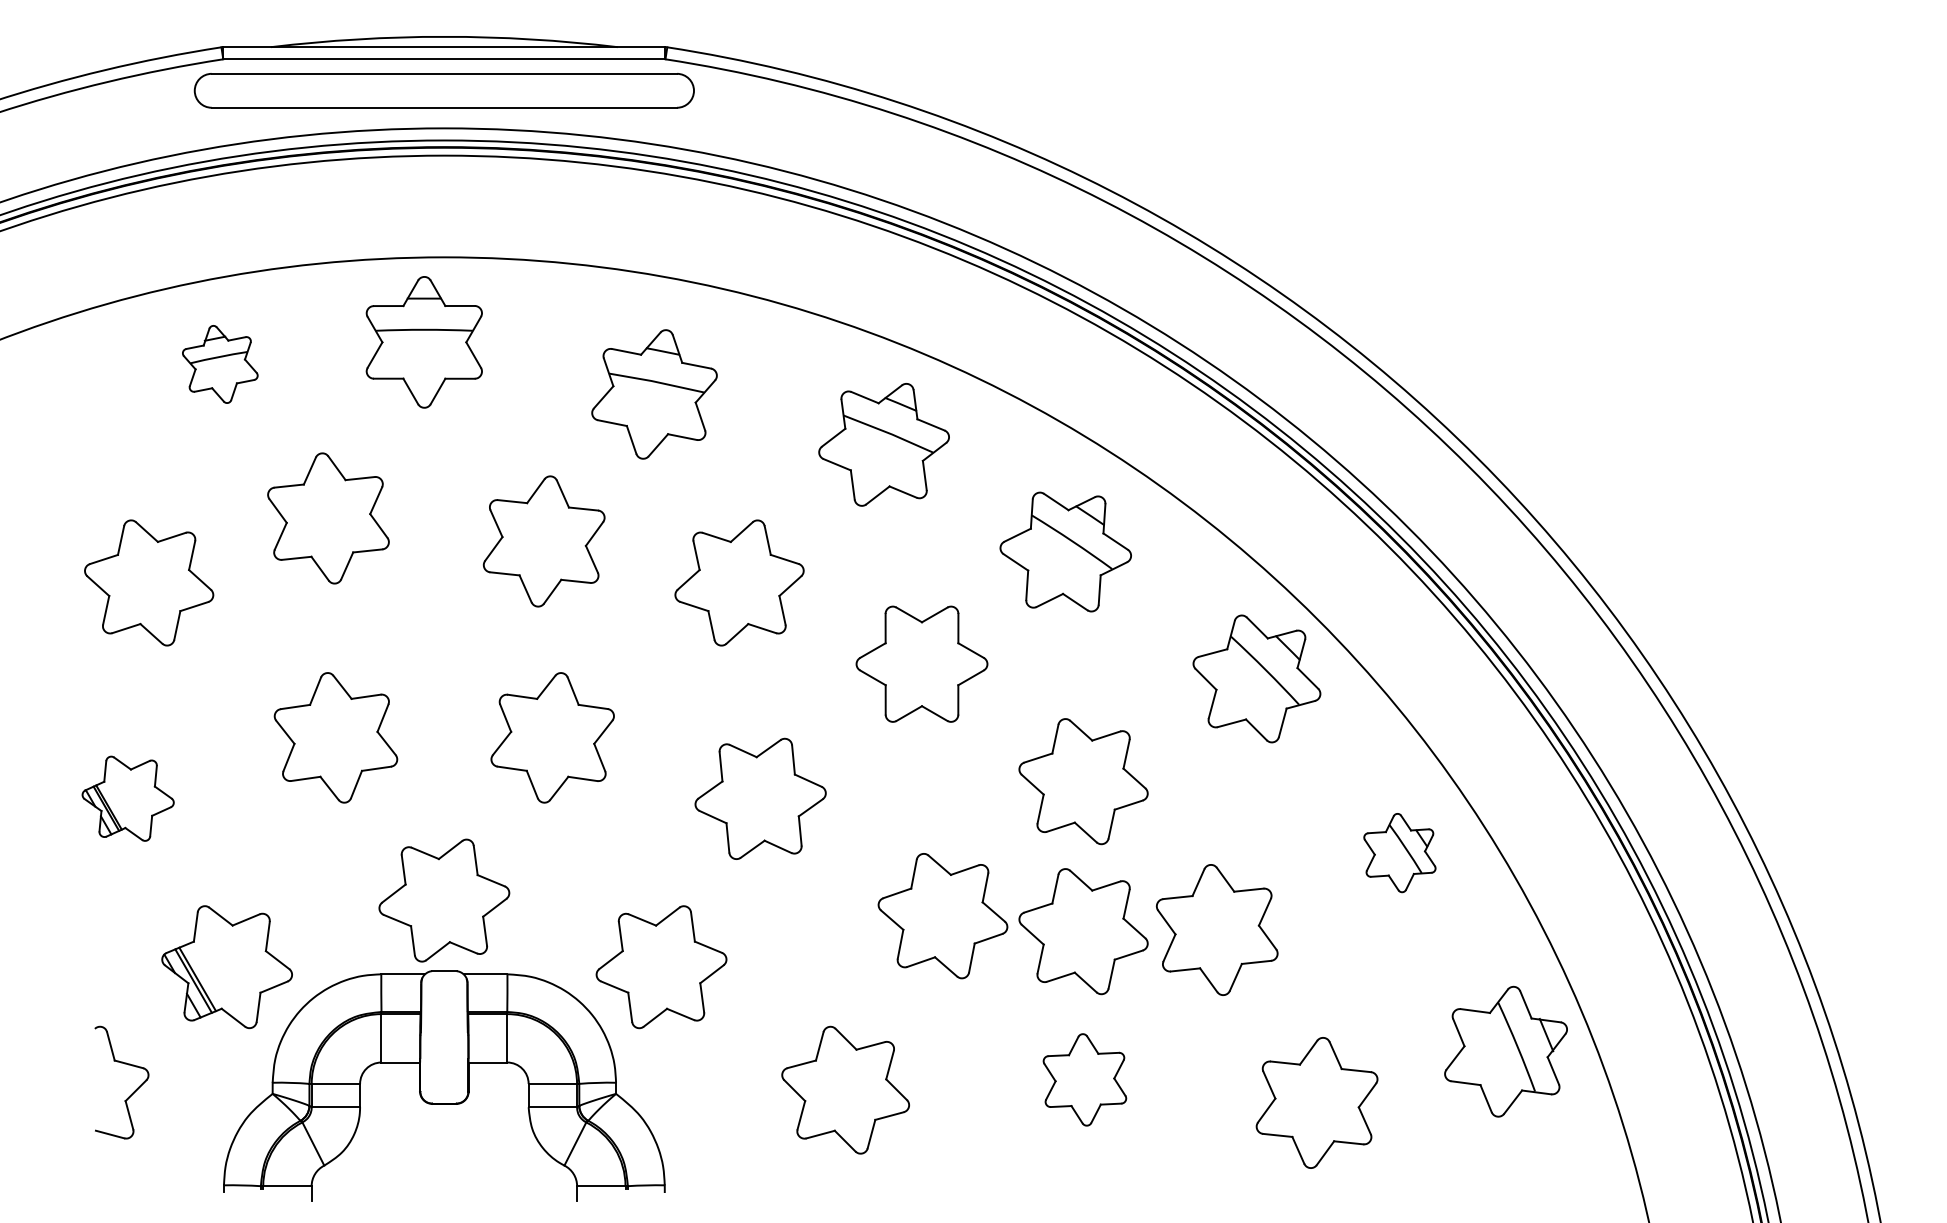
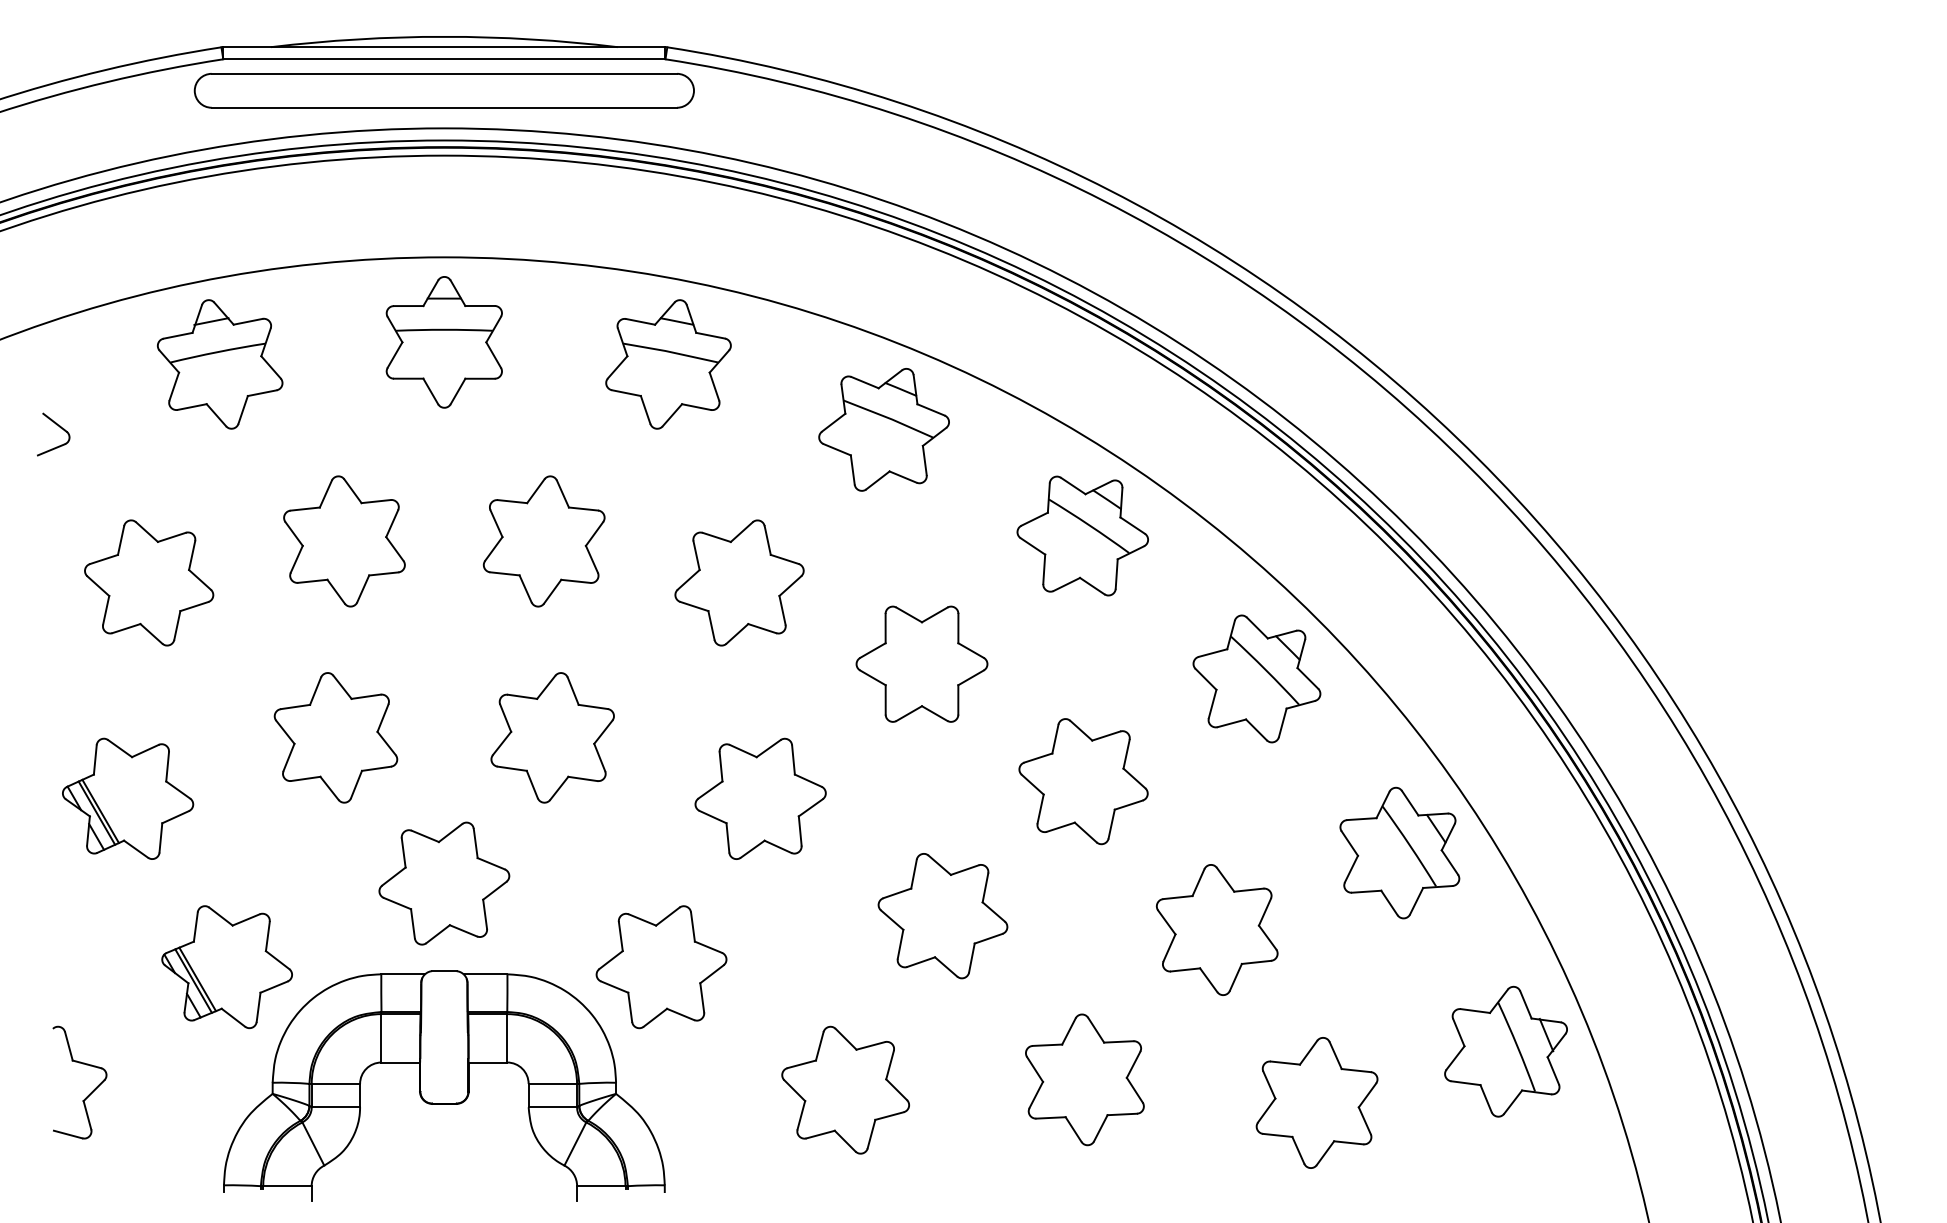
part at (423, 342) position: (423, 342) -> (443, 342)
part at (220, 364) size: 77x79 px -> 127x131 px
part at (654, 394) position: (654, 394) -> (668, 364)
part at (59, 427): none -> present
part at (883, 444) position: (883, 444) -> (883, 429)
part at (328, 518) position: (328, 518) -> (344, 541)
part at (1065, 551) position: (1065, 551) -> (1082, 535)
part at (127, 798) size: 94x87 px -> 133x123 px
part at (1399, 853) size: 74x81 px -> 122x134 px
part at (444, 900) position: (444, 900) -> (444, 883)
part at (1083, 931): present -> none
part at (1084, 1079) size: 86x94 px -> 120x134 px
part at (132, 1092) position: (132, 1092) -> (90, 1092)
